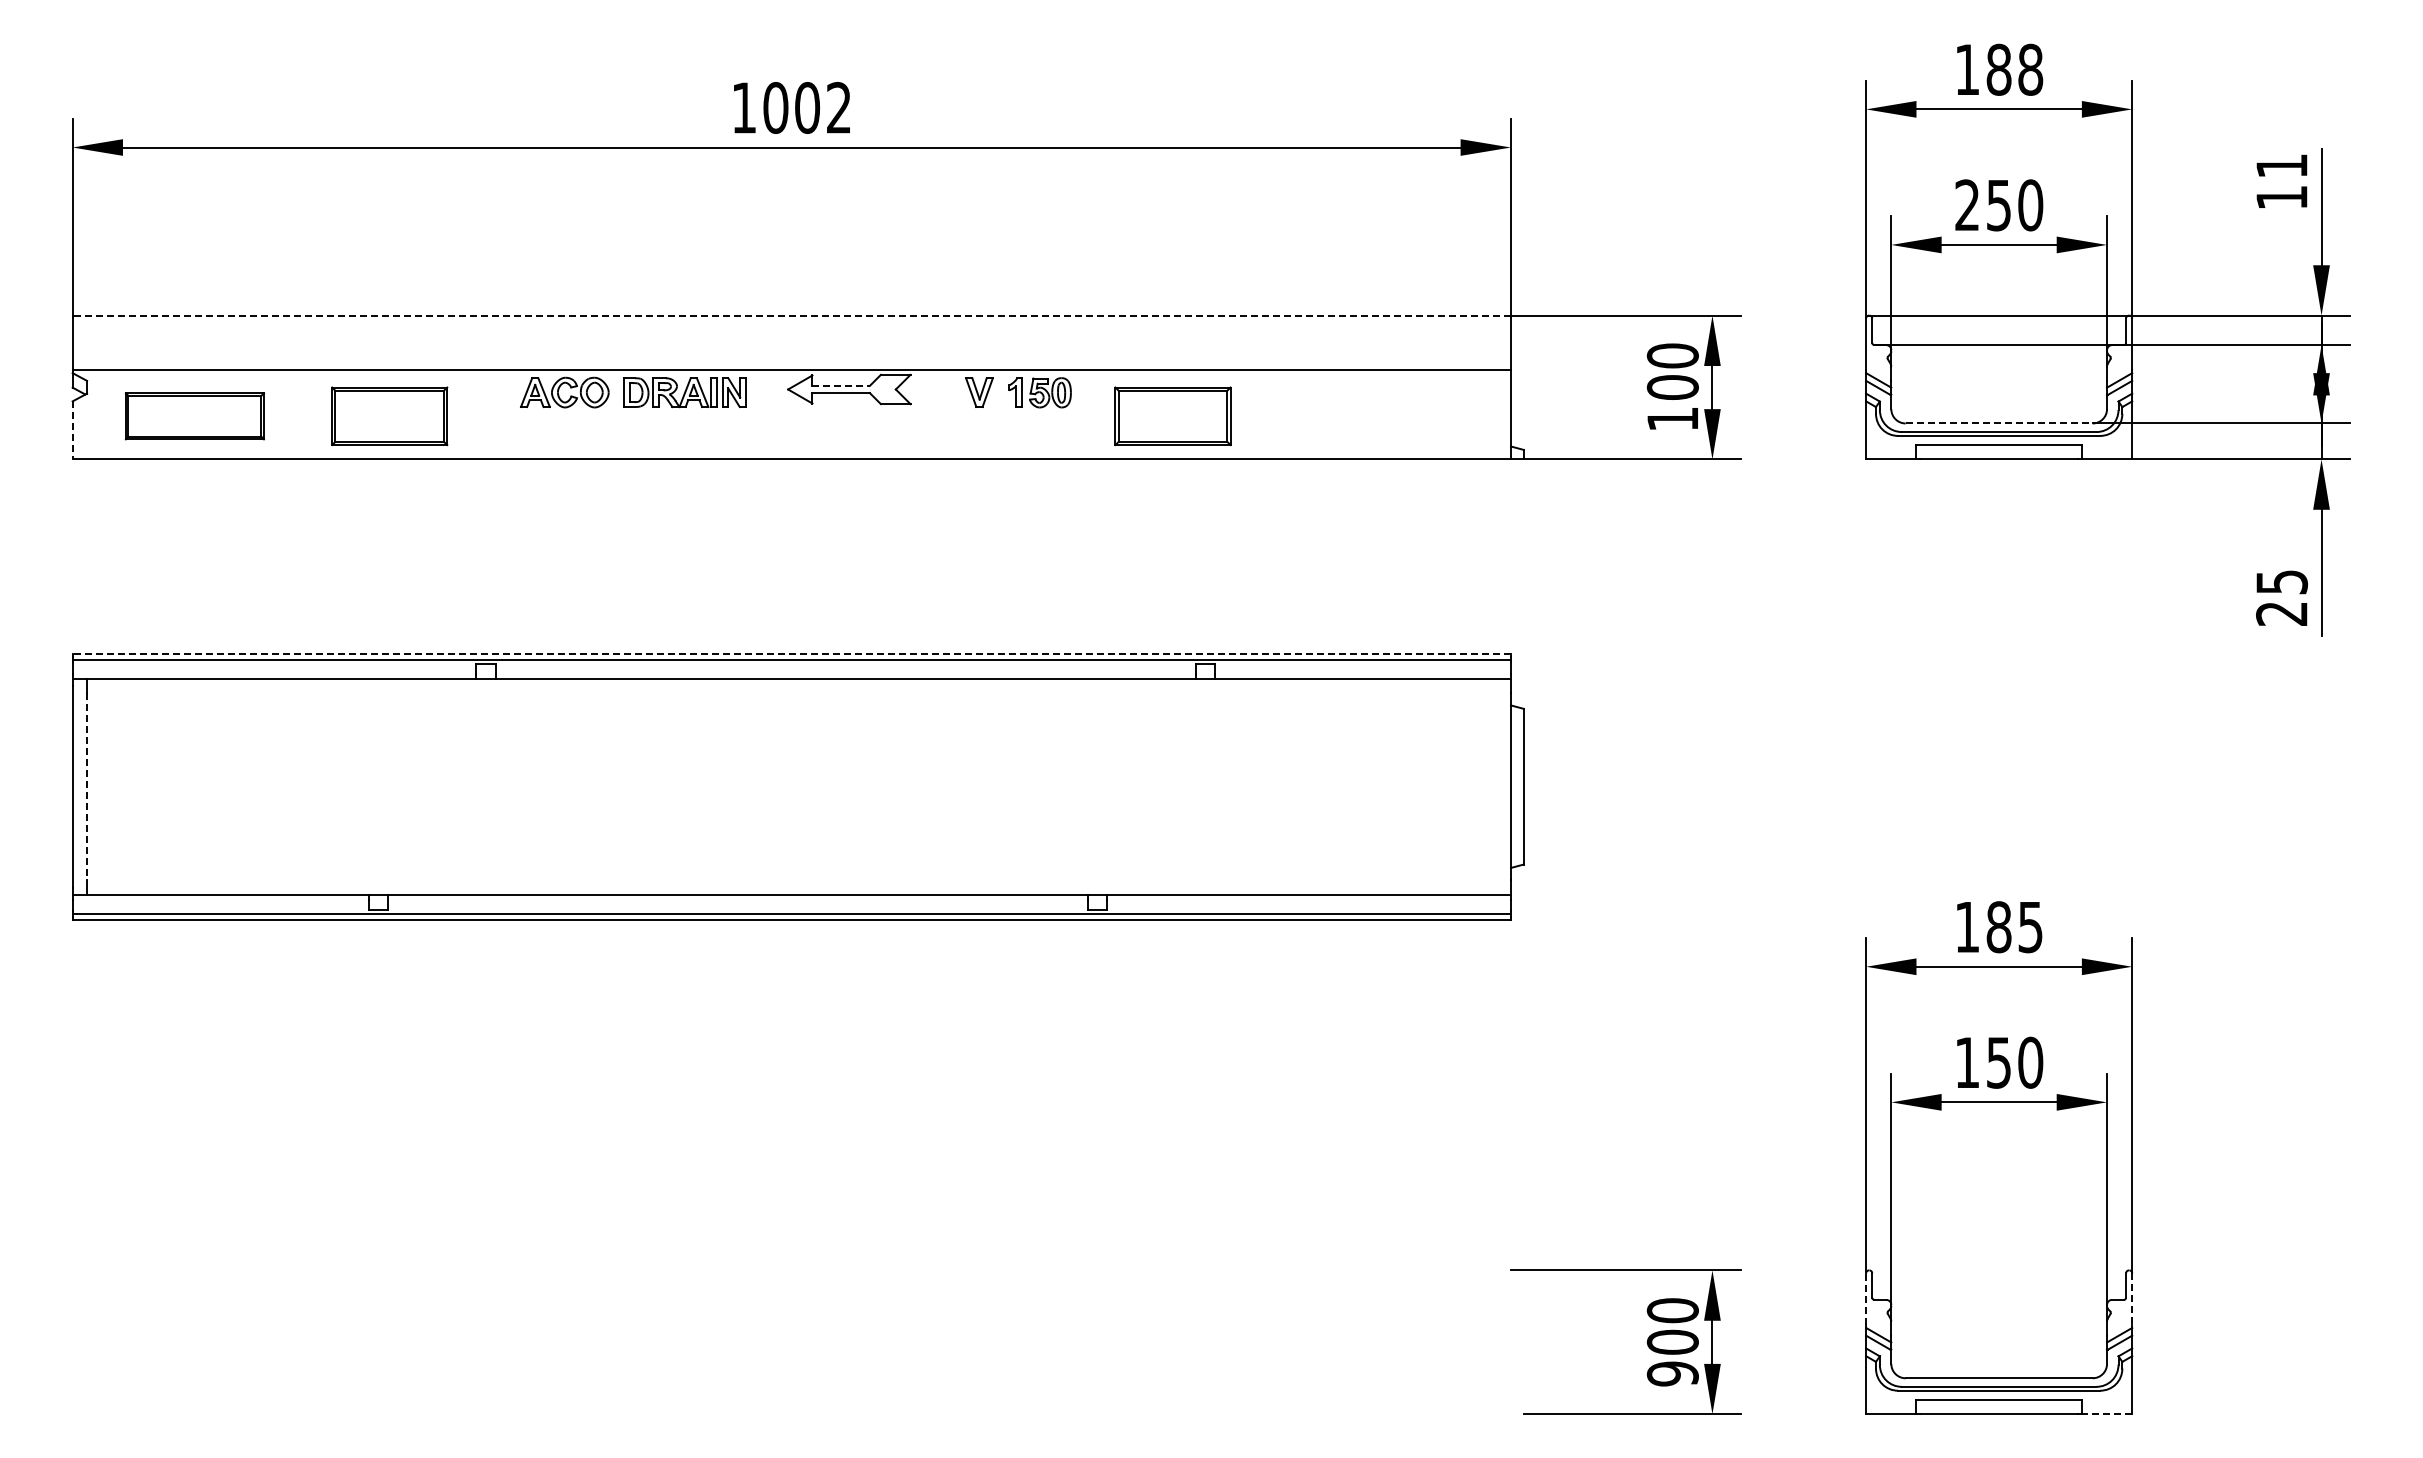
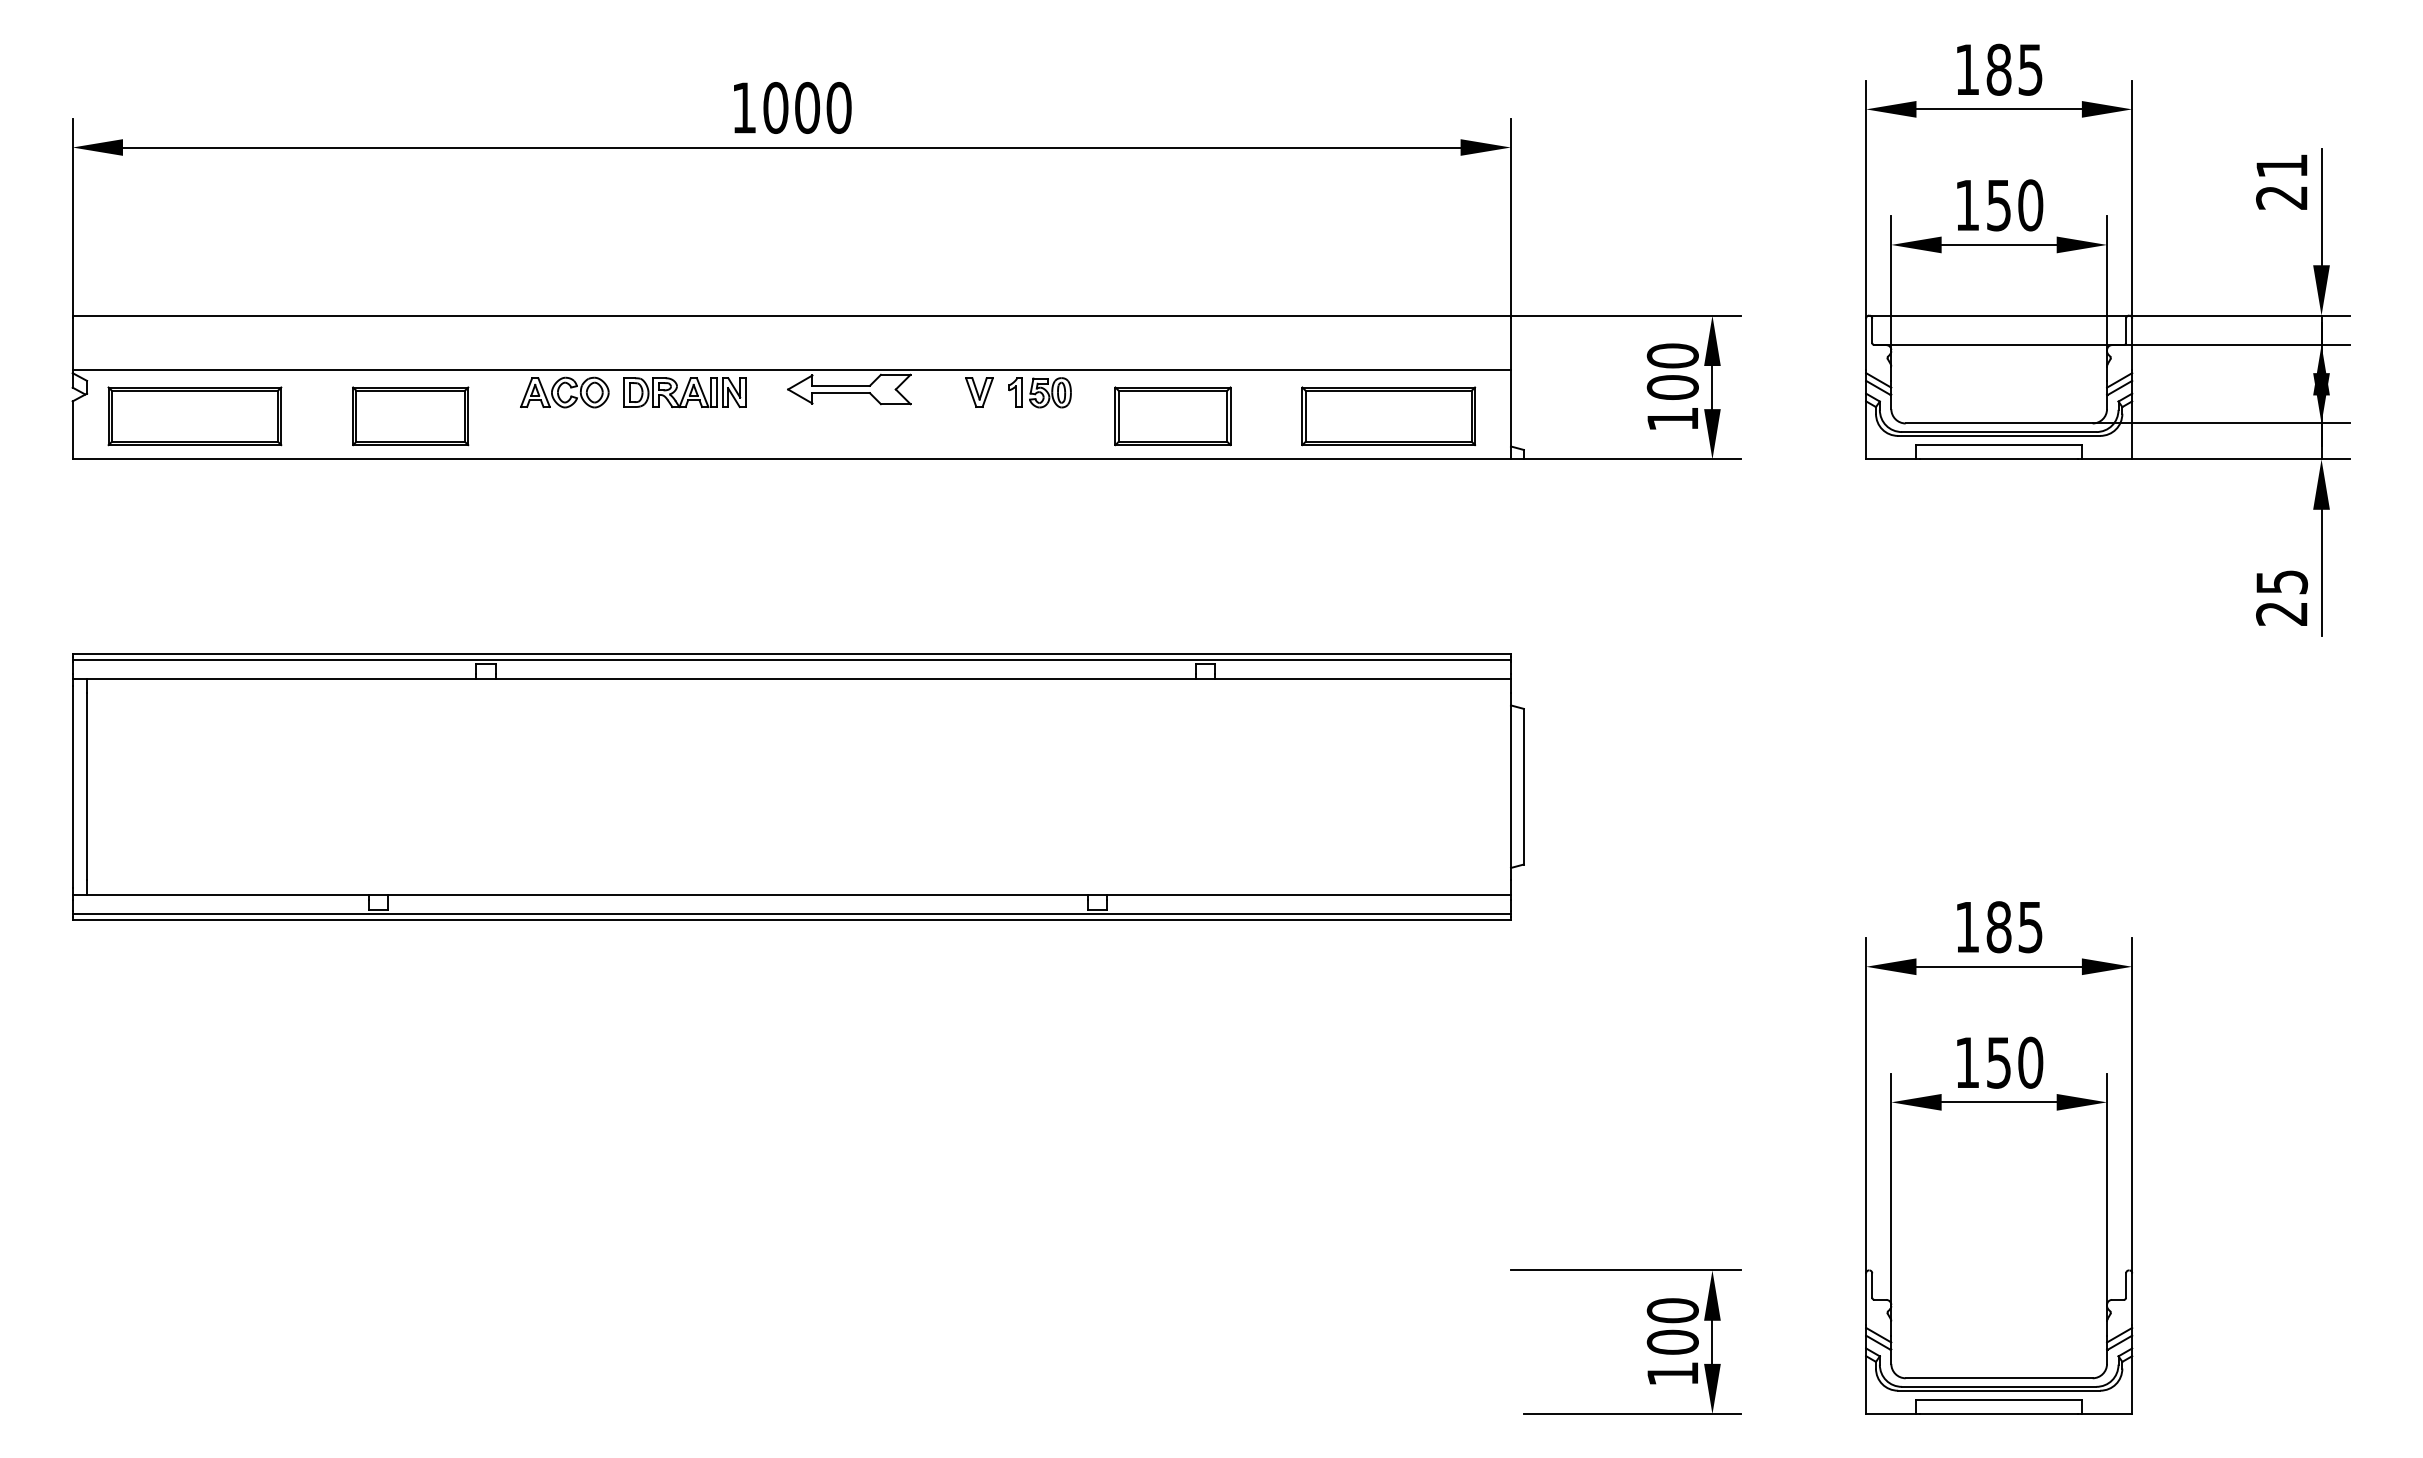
text at (2030, 69): 188 -> 185
text at (838, 107): 1002 -> 1000
text at (2281, 197): 11 -> 21
text at (1966, 204): 250 -> 150
line at (791, 315): dashed -> solid
line at (841, 385): dashed -> solid
part at (194, 416) size: 142x49 px -> 176x61 px
part at (389, 416) position: (389, 416) -> (410, 416)
part at (1388, 416): none -> present
line at (1999, 423): dashed -> solid
line at (72, 430): dashed -> solid
line at (791, 653): dashed -> solid
line at (87, 787): dashed -> solid
line at (1866, 1299): dashed -> solid
line at (2132, 1299): dashed -> solid
text at (1672, 1373): 900 -> 100
line at (2106, 1414): dashed -> solid
